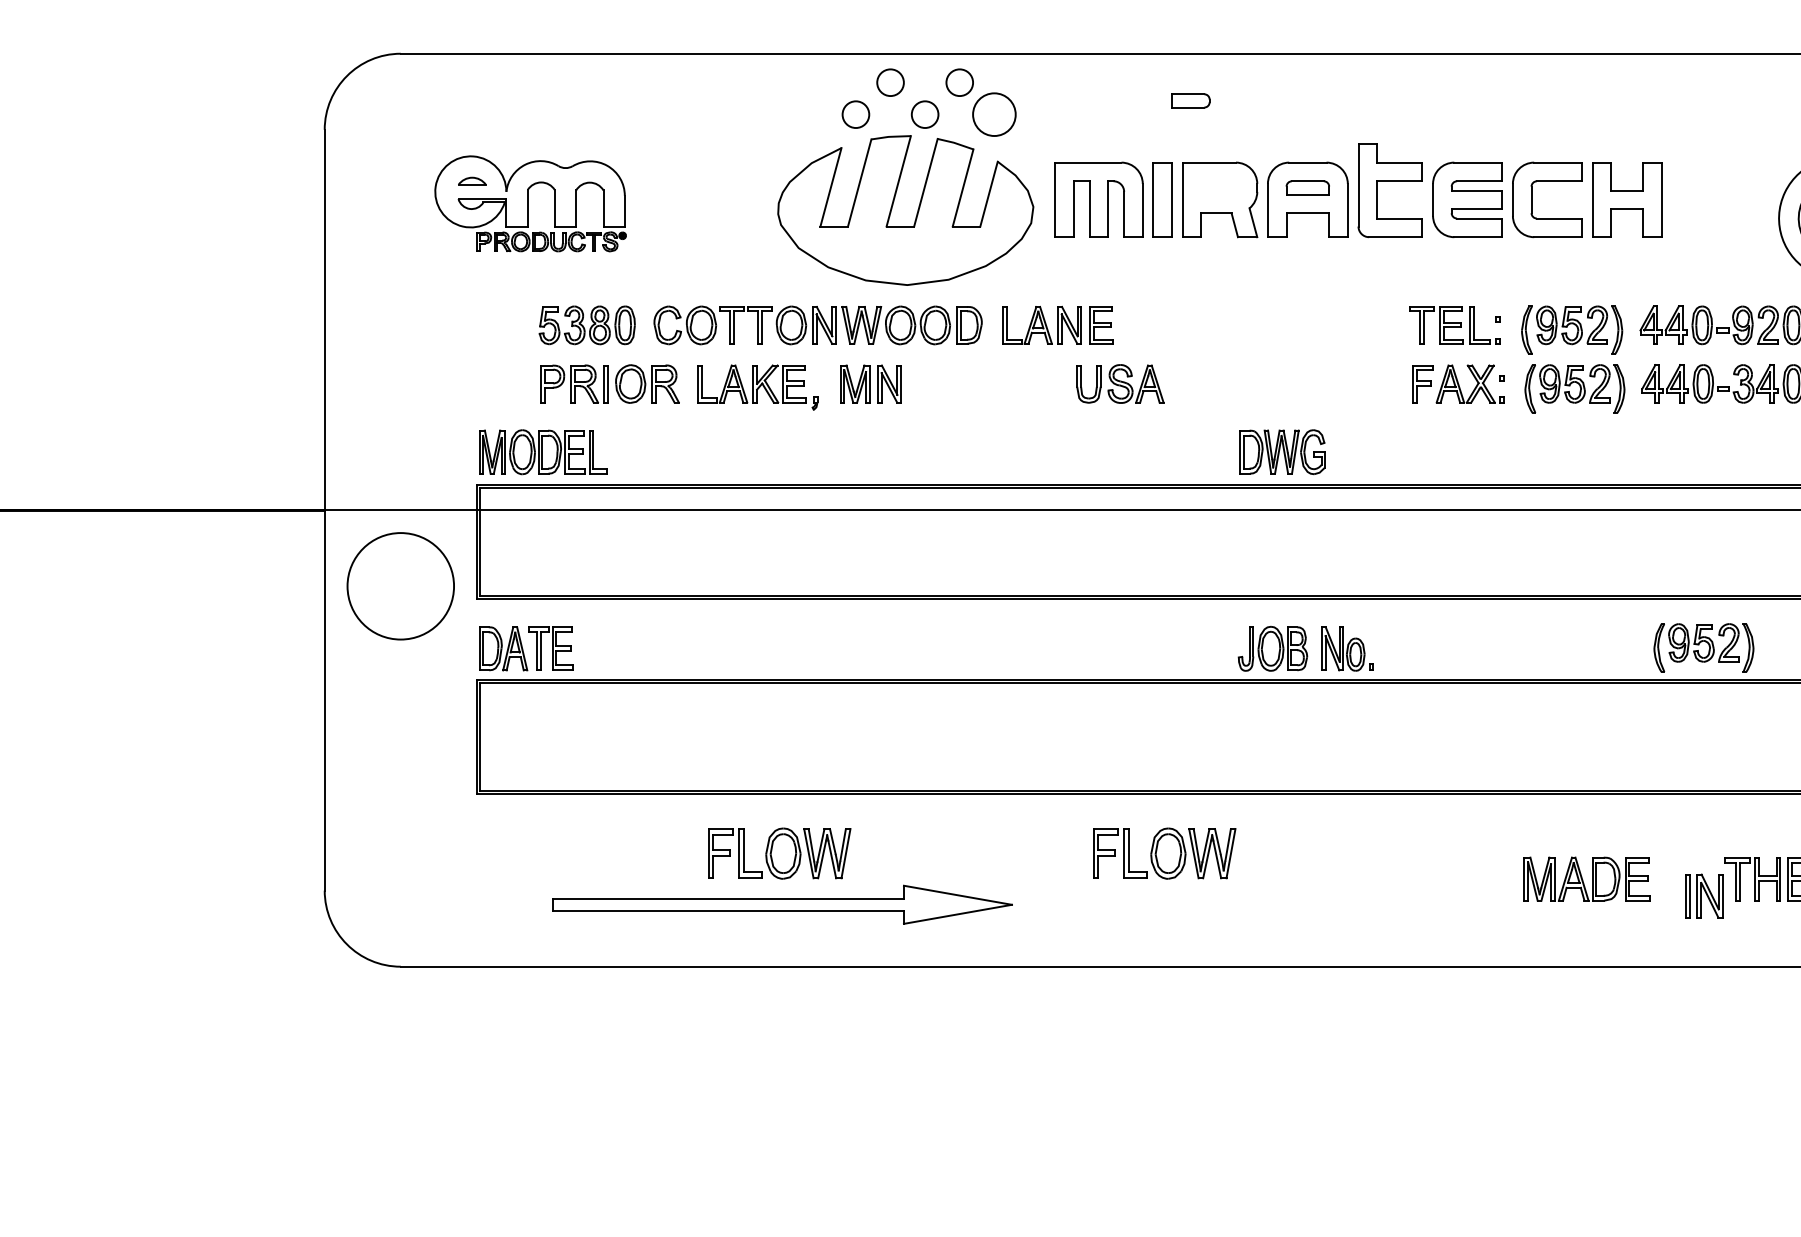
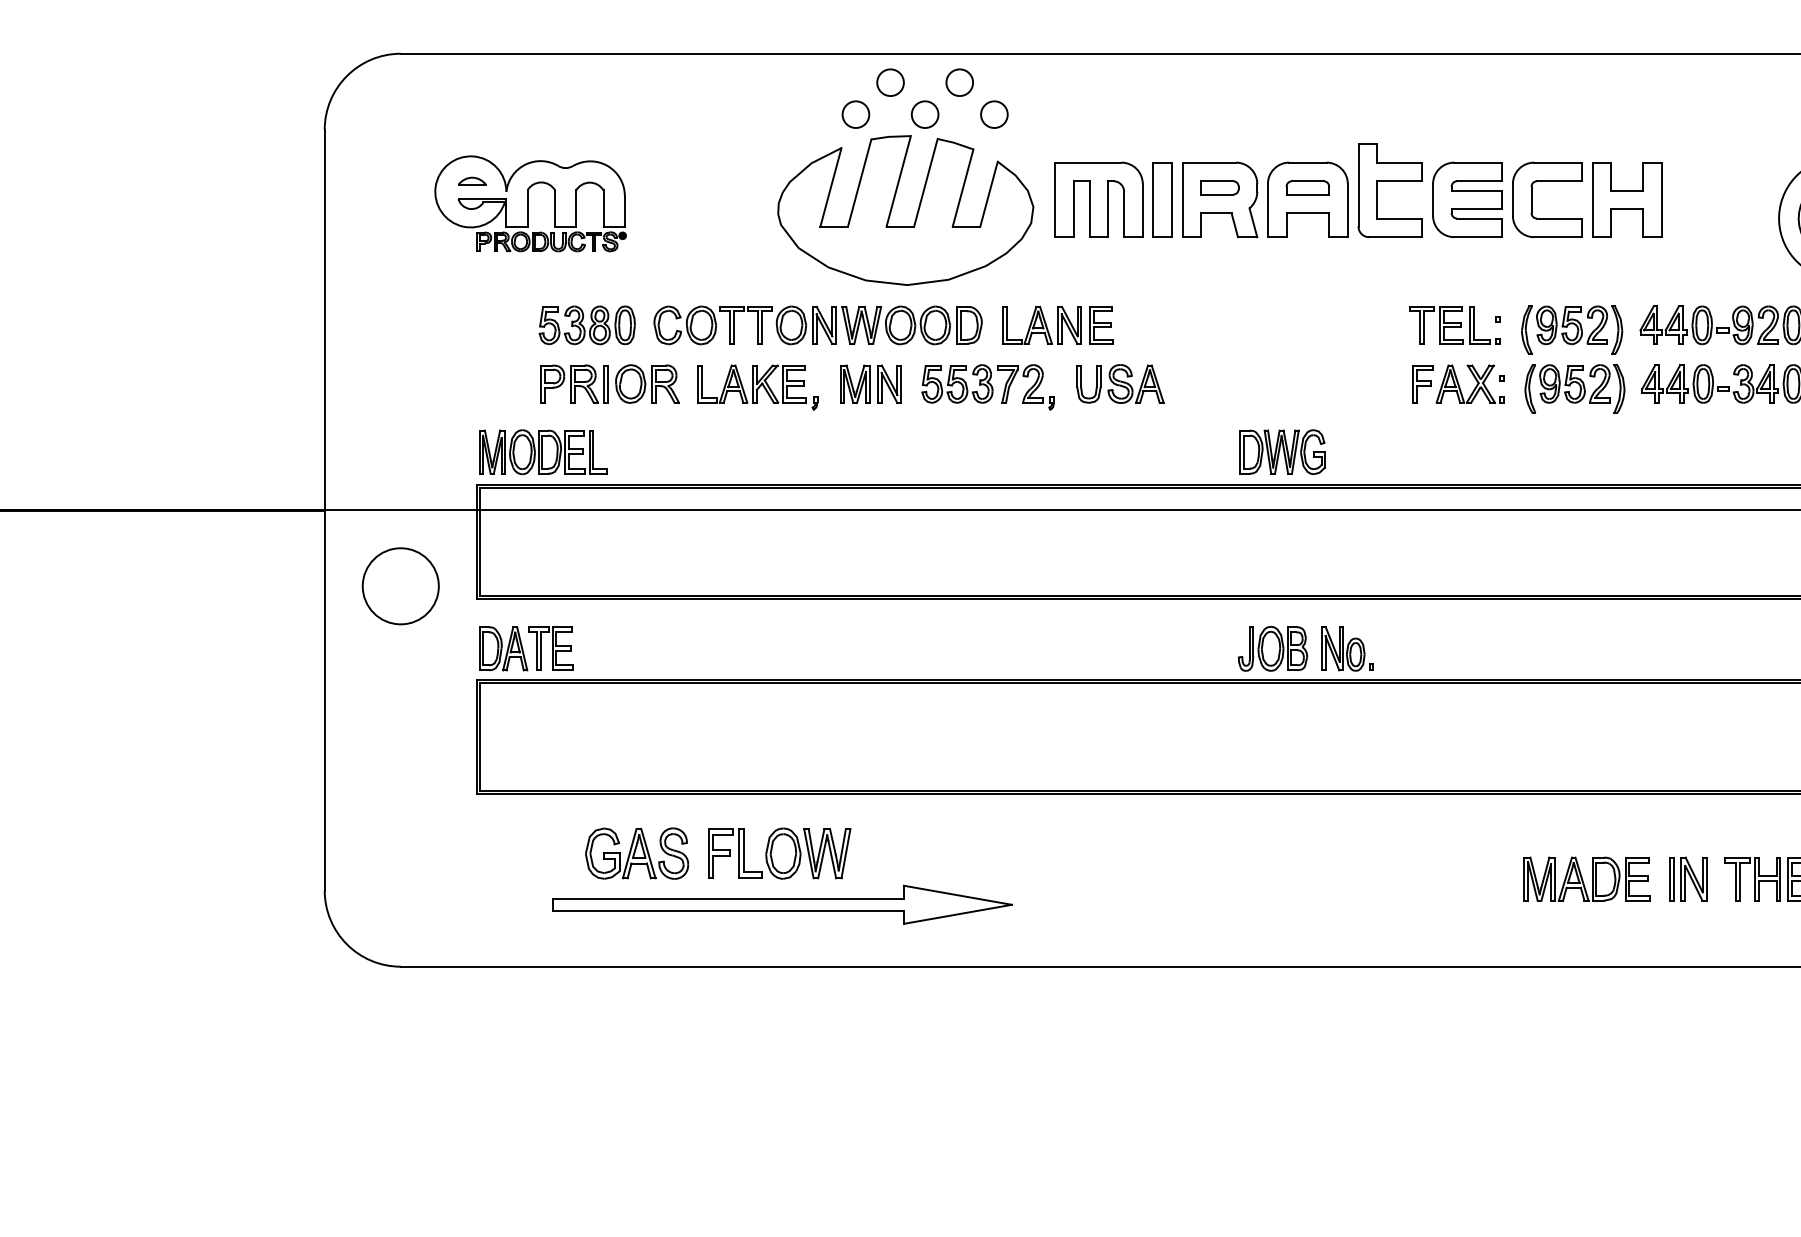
part at (1190, 100) position: (1190, 100) -> (1219, 187)
circle at (994, 114) diameter: 43 px -> 27 px
part at (987, 387): none -> present
circle at (400, 586) diameter: 107 px -> 76 px
part at (1703, 647): present -> none
part at (637, 853): none -> present
part at (1164, 853): present -> none
part at (1704, 895) position: (1704, 895) -> (1688, 878)
